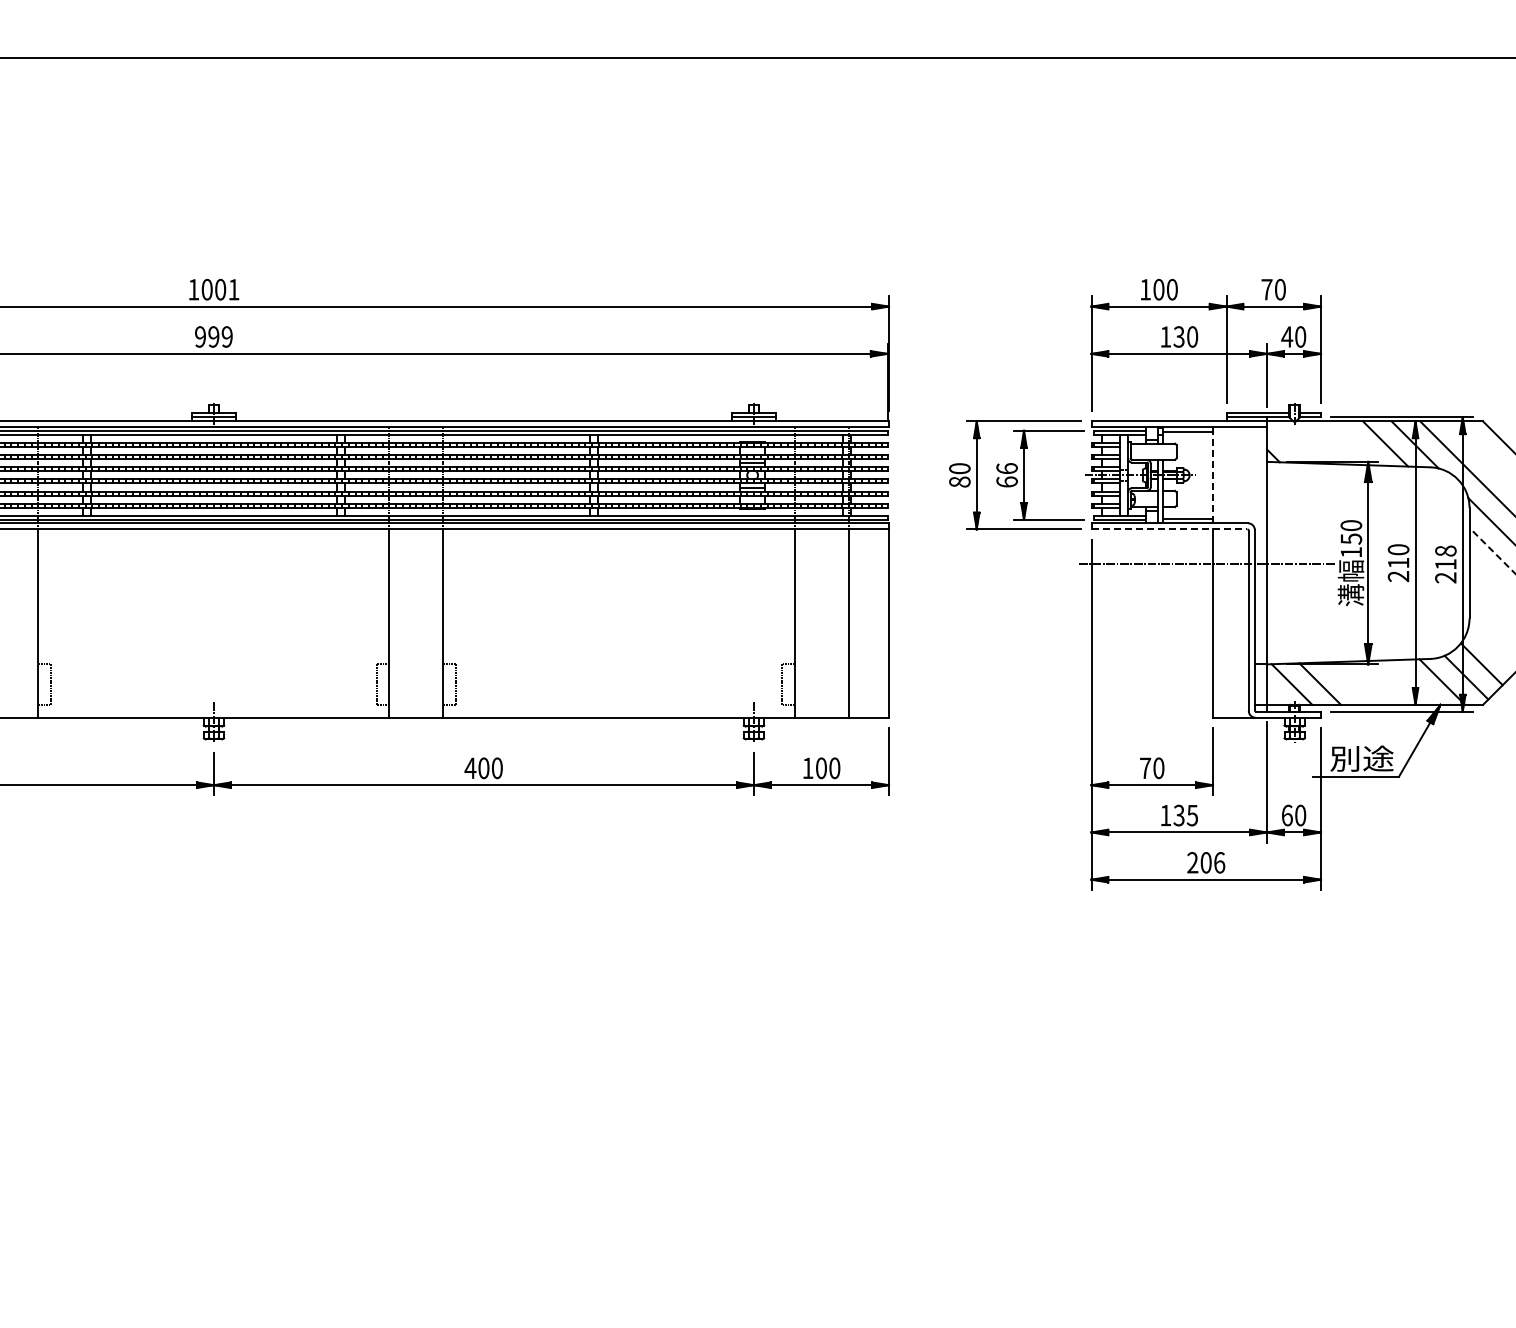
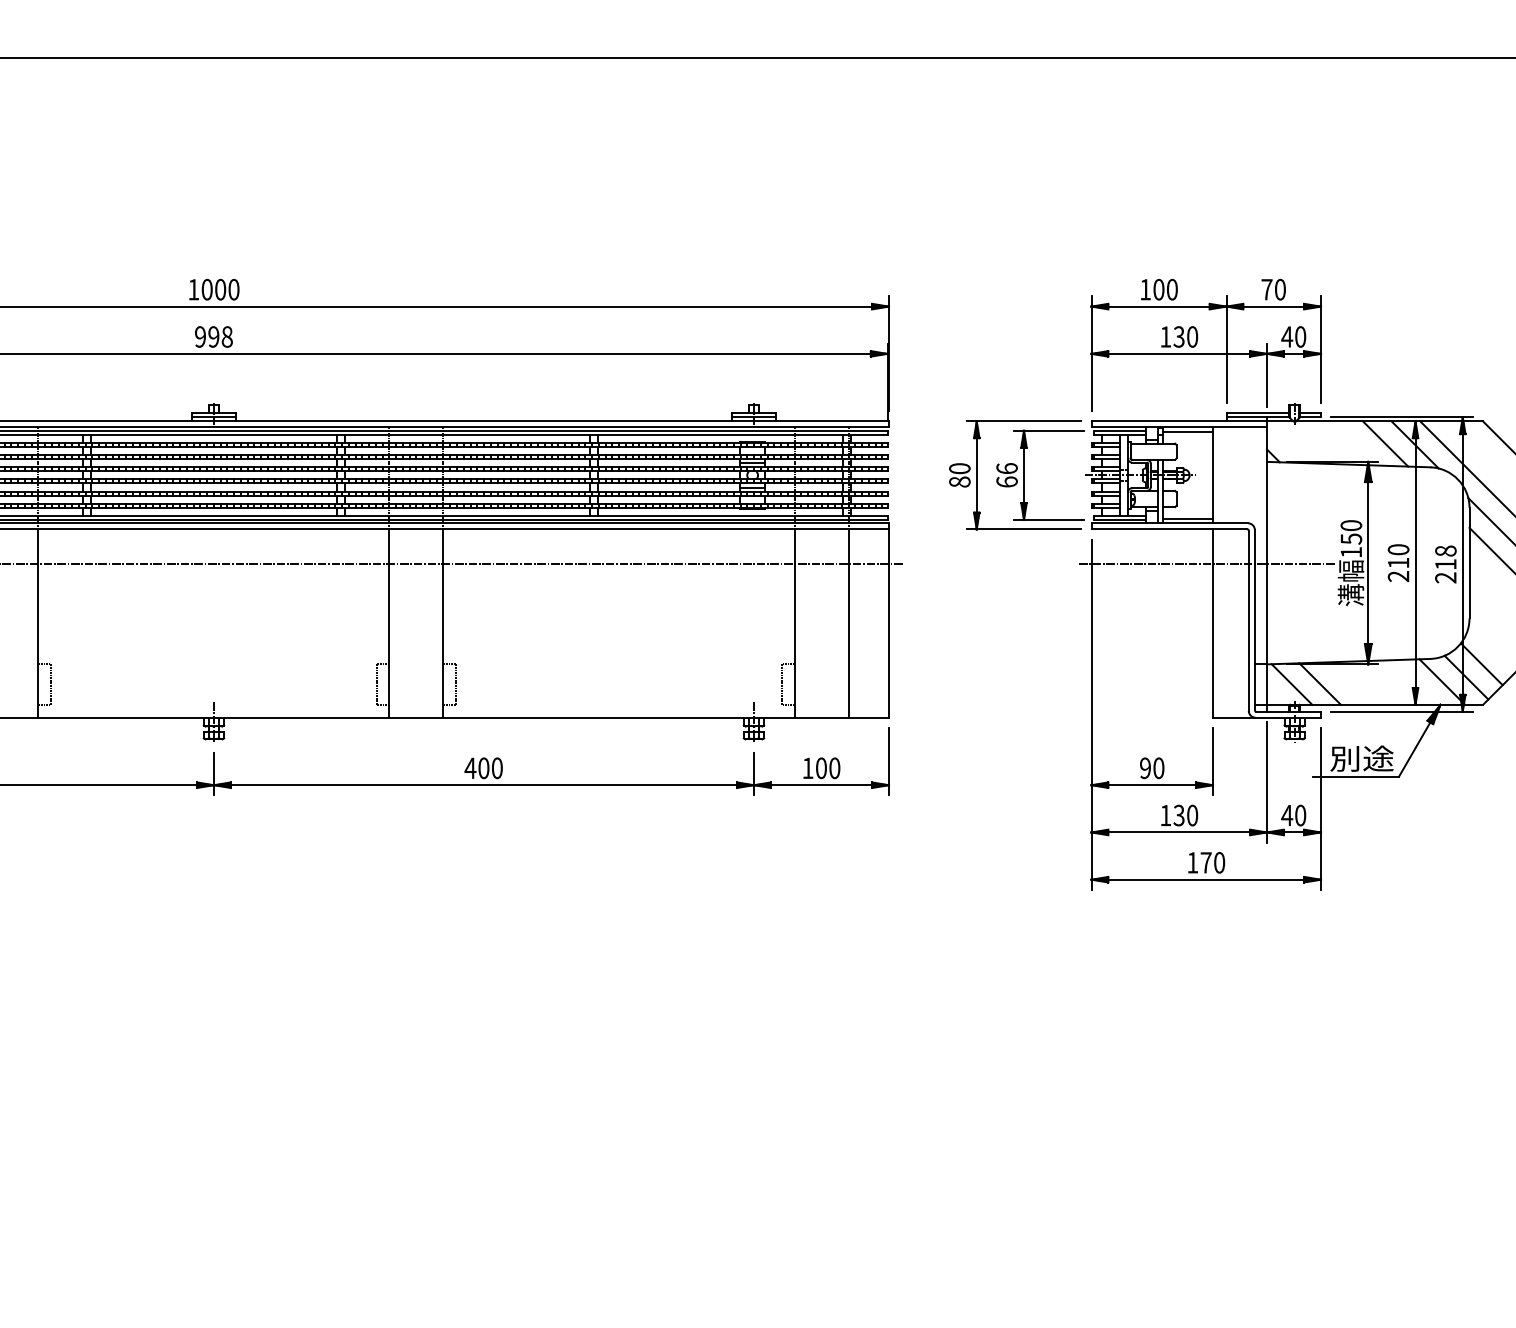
text at (233, 289): 1001 -> 1000
text at (226, 336): 999 -> 998
line at (1213, 475): dashed -> solid
line at (1169, 529): dashed -> solid
line at (1492, 550): dashed -> solid
line at (452, 564): none -> present
text at (1145, 768): 70 -> 90
text at (1192, 815): 135 -> 130
text at (1287, 815): 60 -> 40
text at (1206, 862): 206 -> 170
